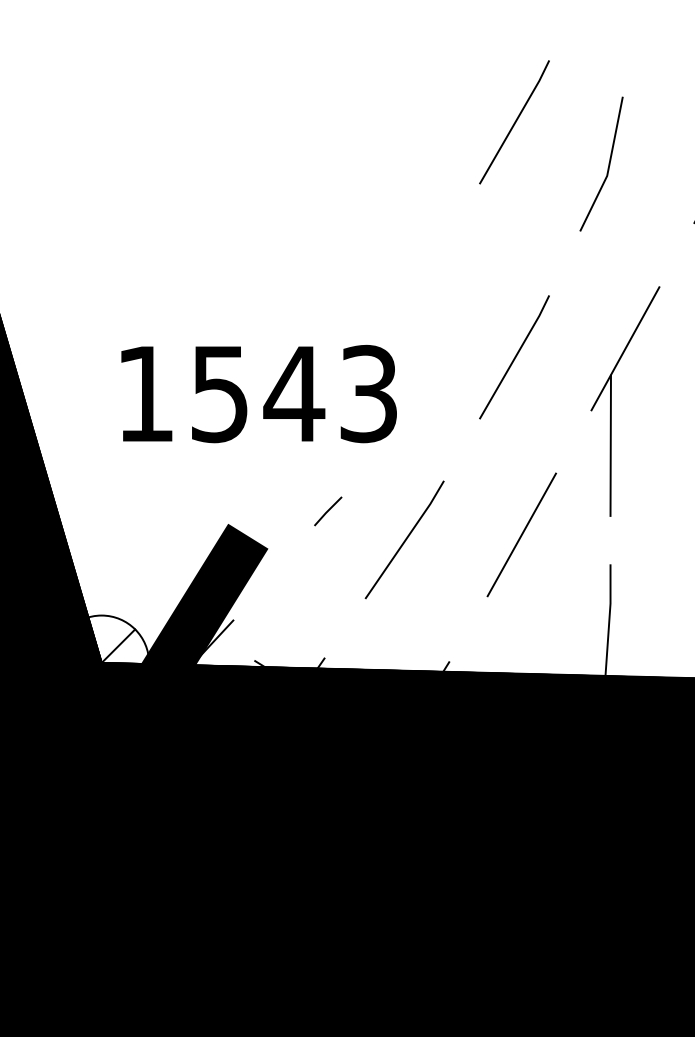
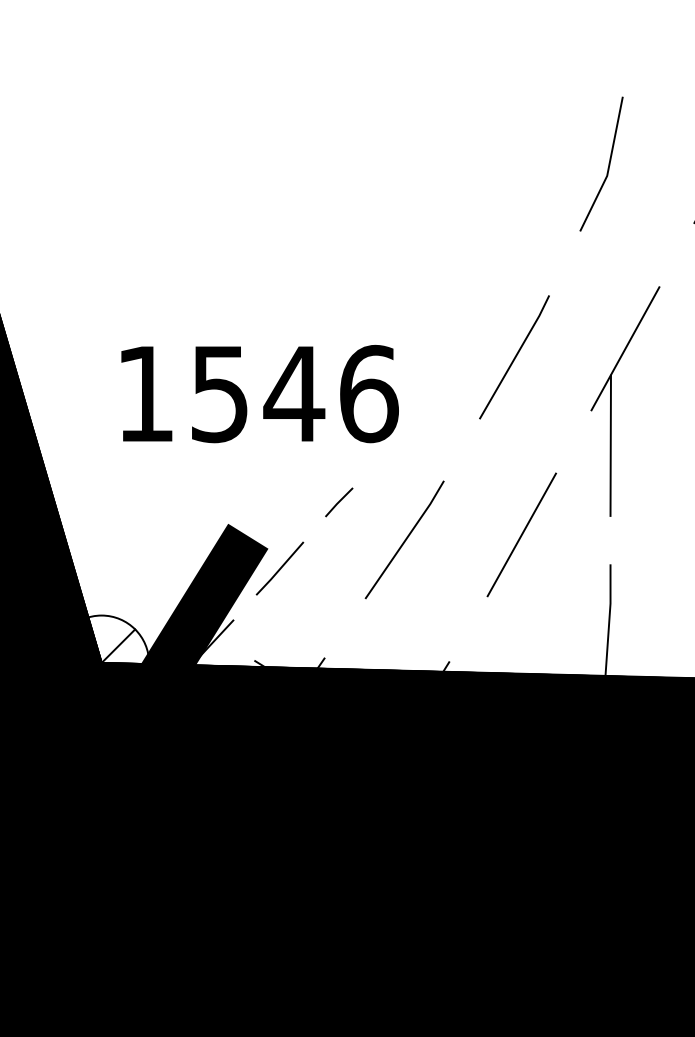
line at (514, 122): present -> none
text at (369, 393): 1543 -> 1546
line at (328, 511) position: (328, 511) -> (339, 502)
line at (279, 568): none -> present
